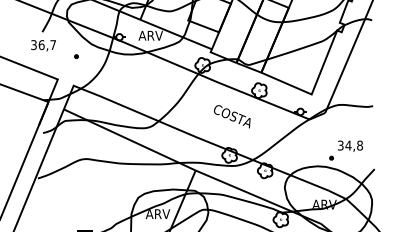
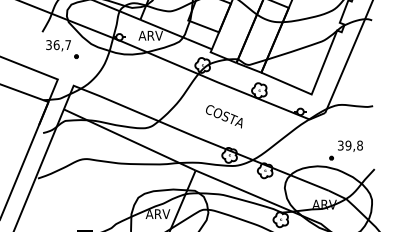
text at (43, 45) position: (43, 45) -> (58, 45)
text at (232, 116) position: (232, 116) -> (224, 116)
text at (348, 145): 34,8 -> 39,8
